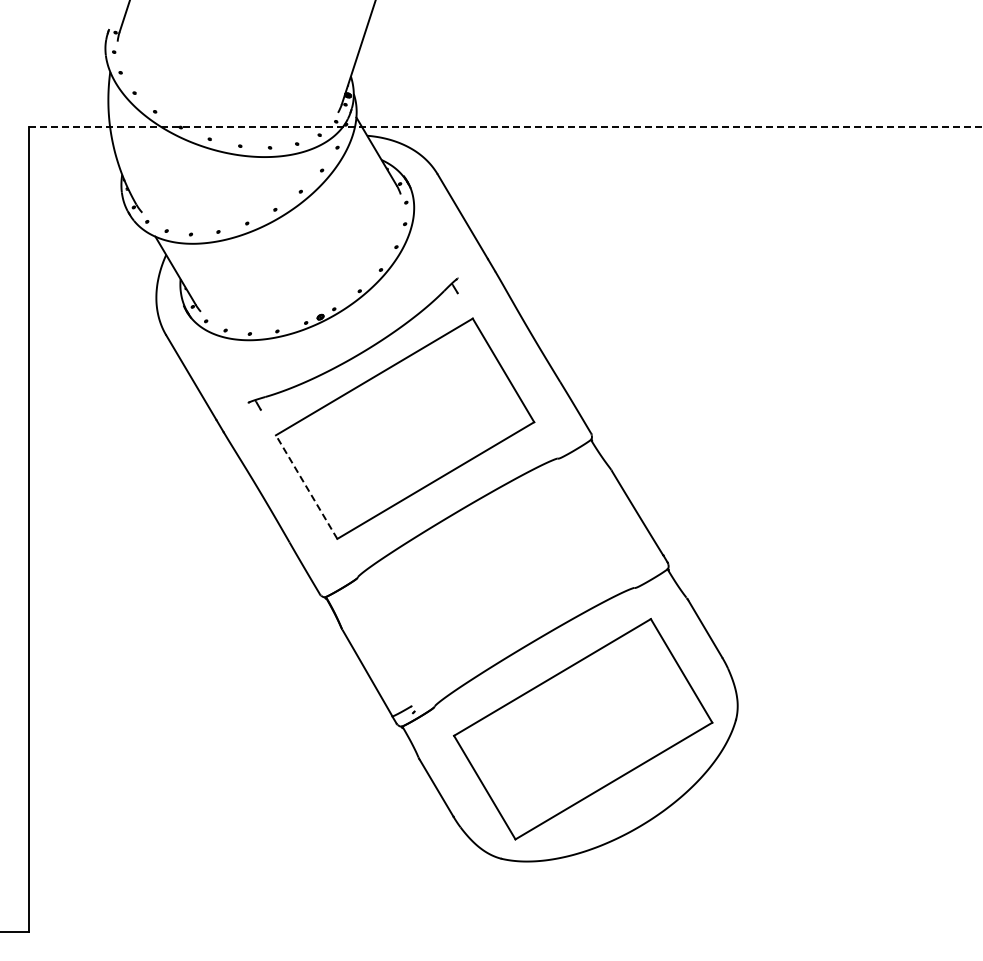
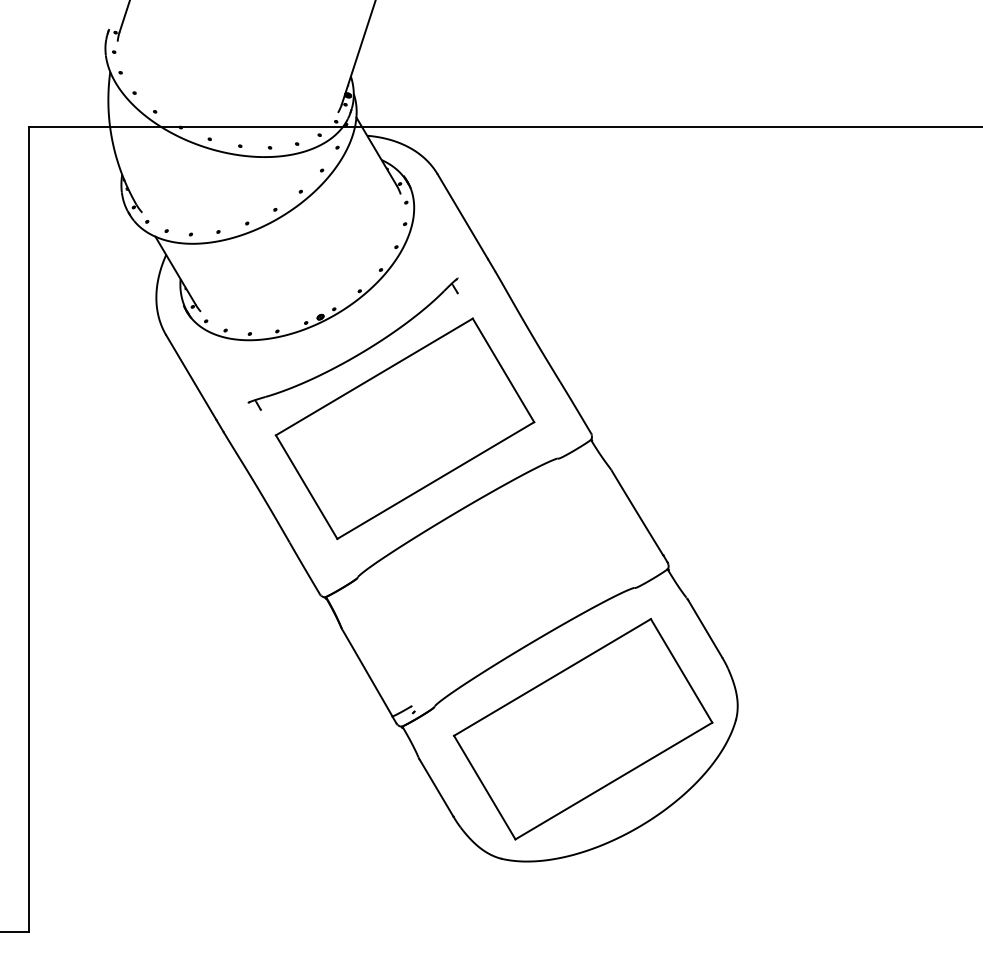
line at (506, 126): dashed -> solid
line at (306, 486): dashed -> solid
